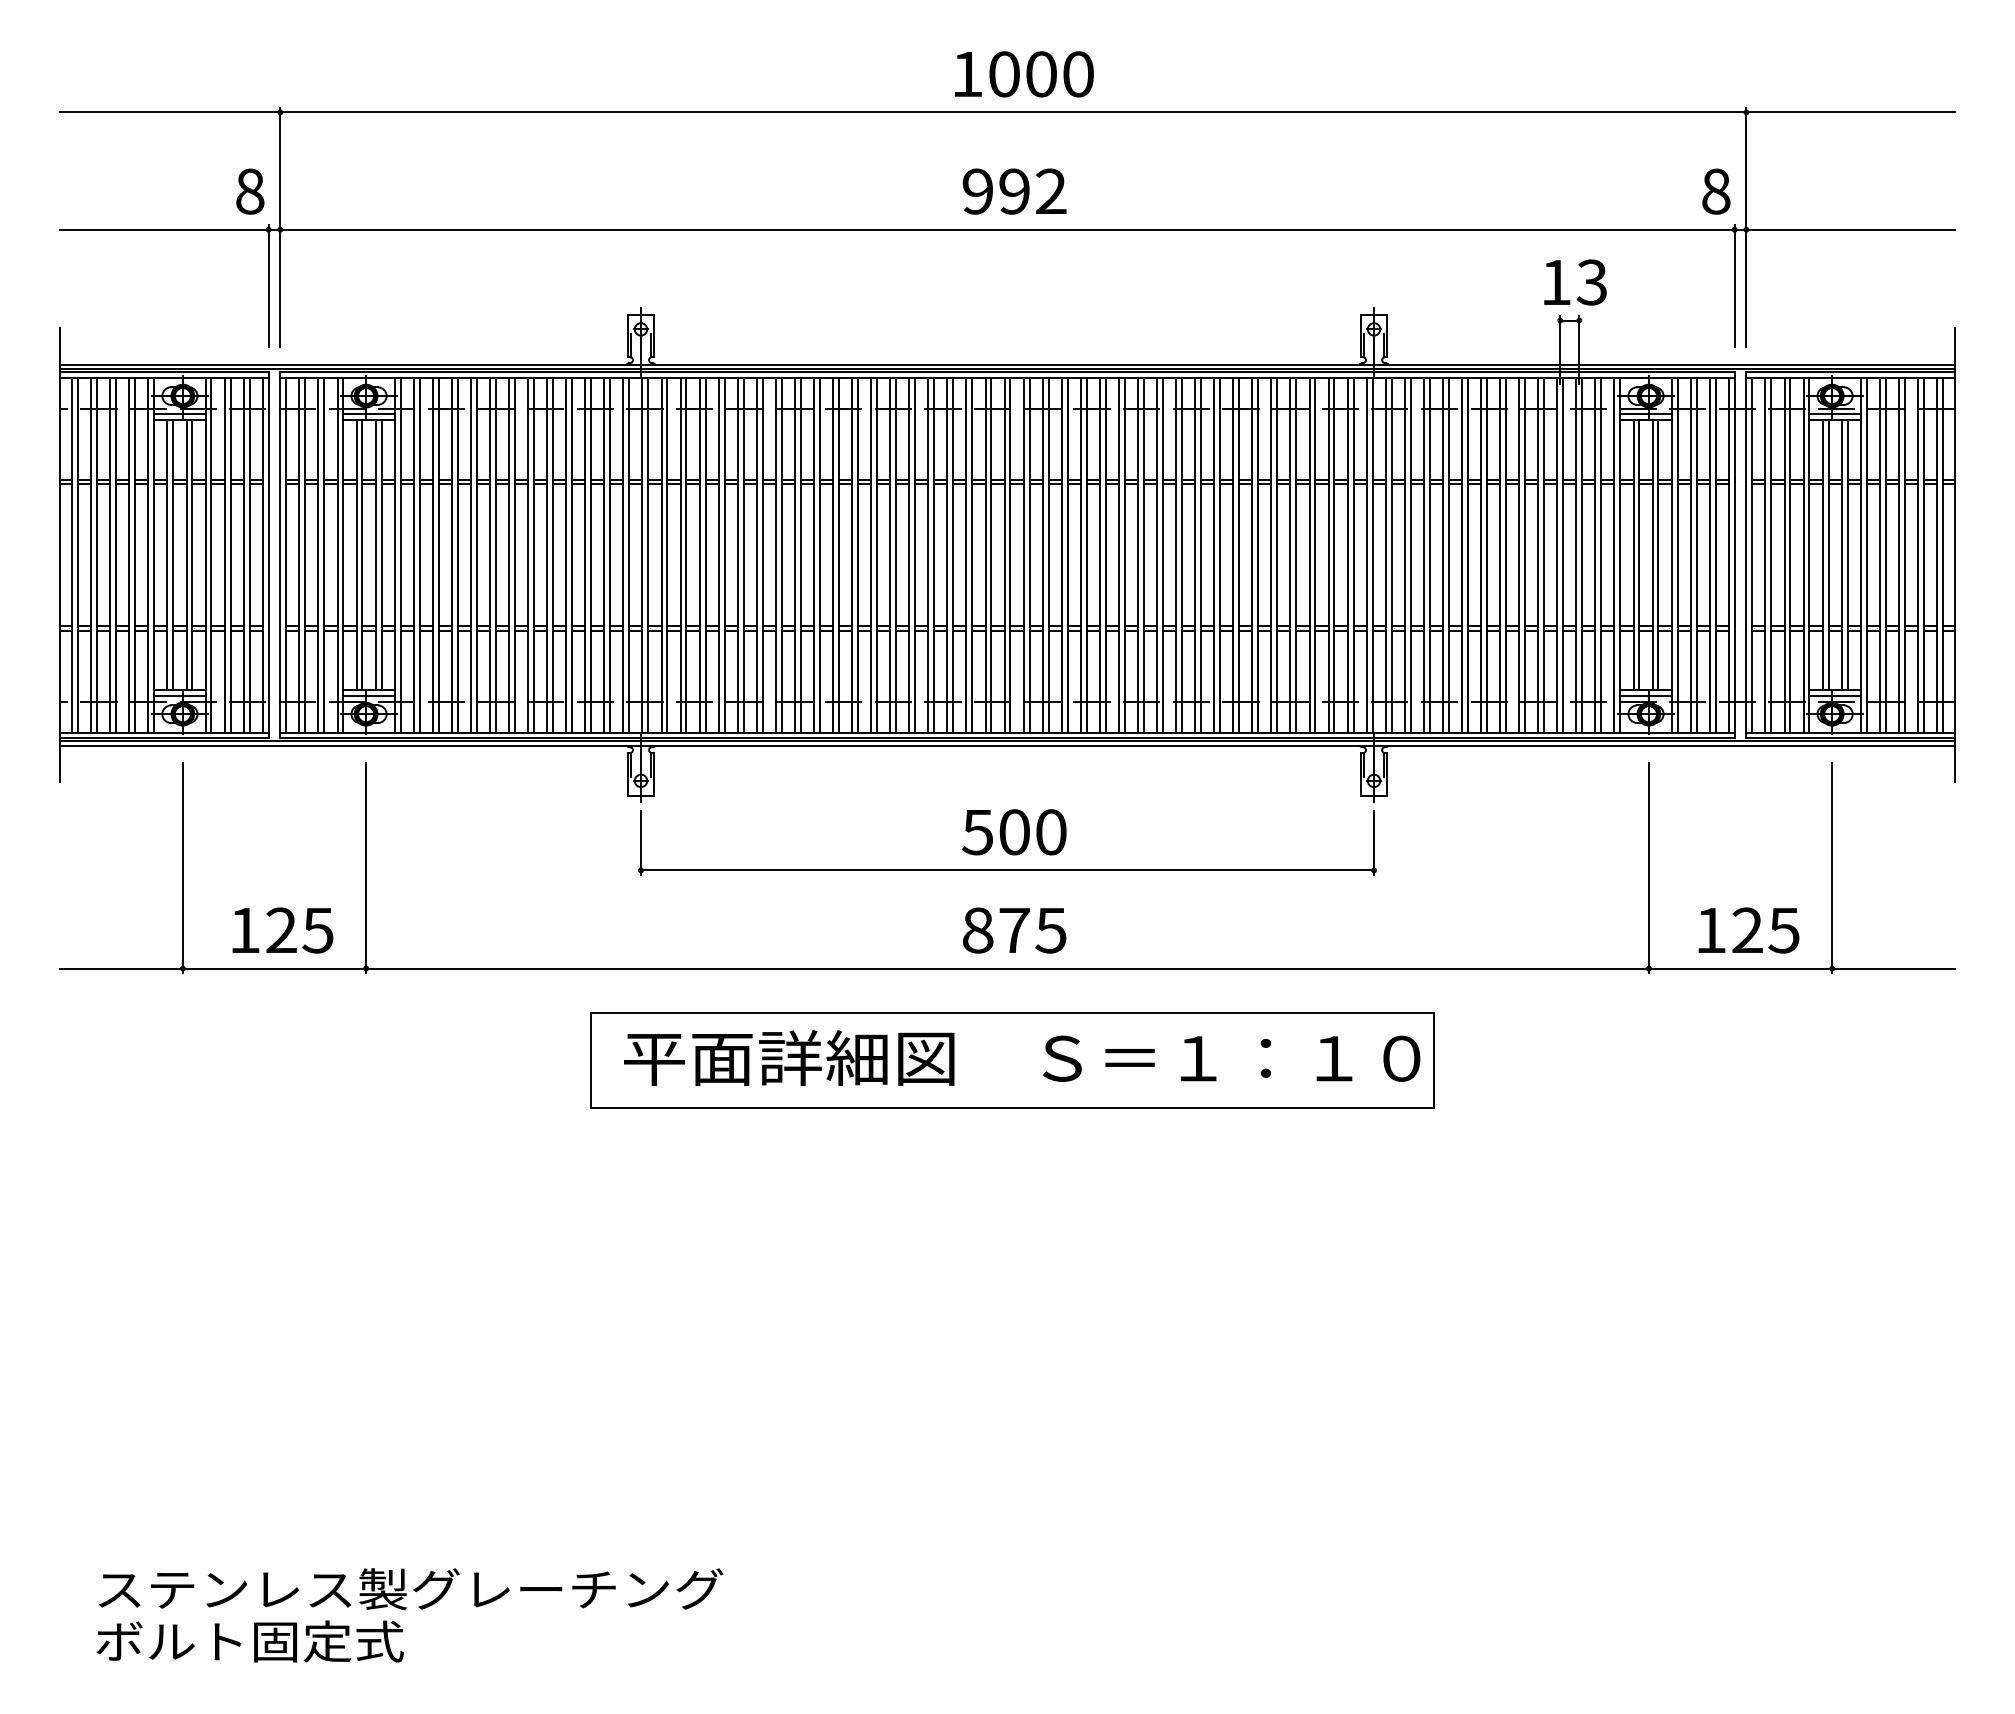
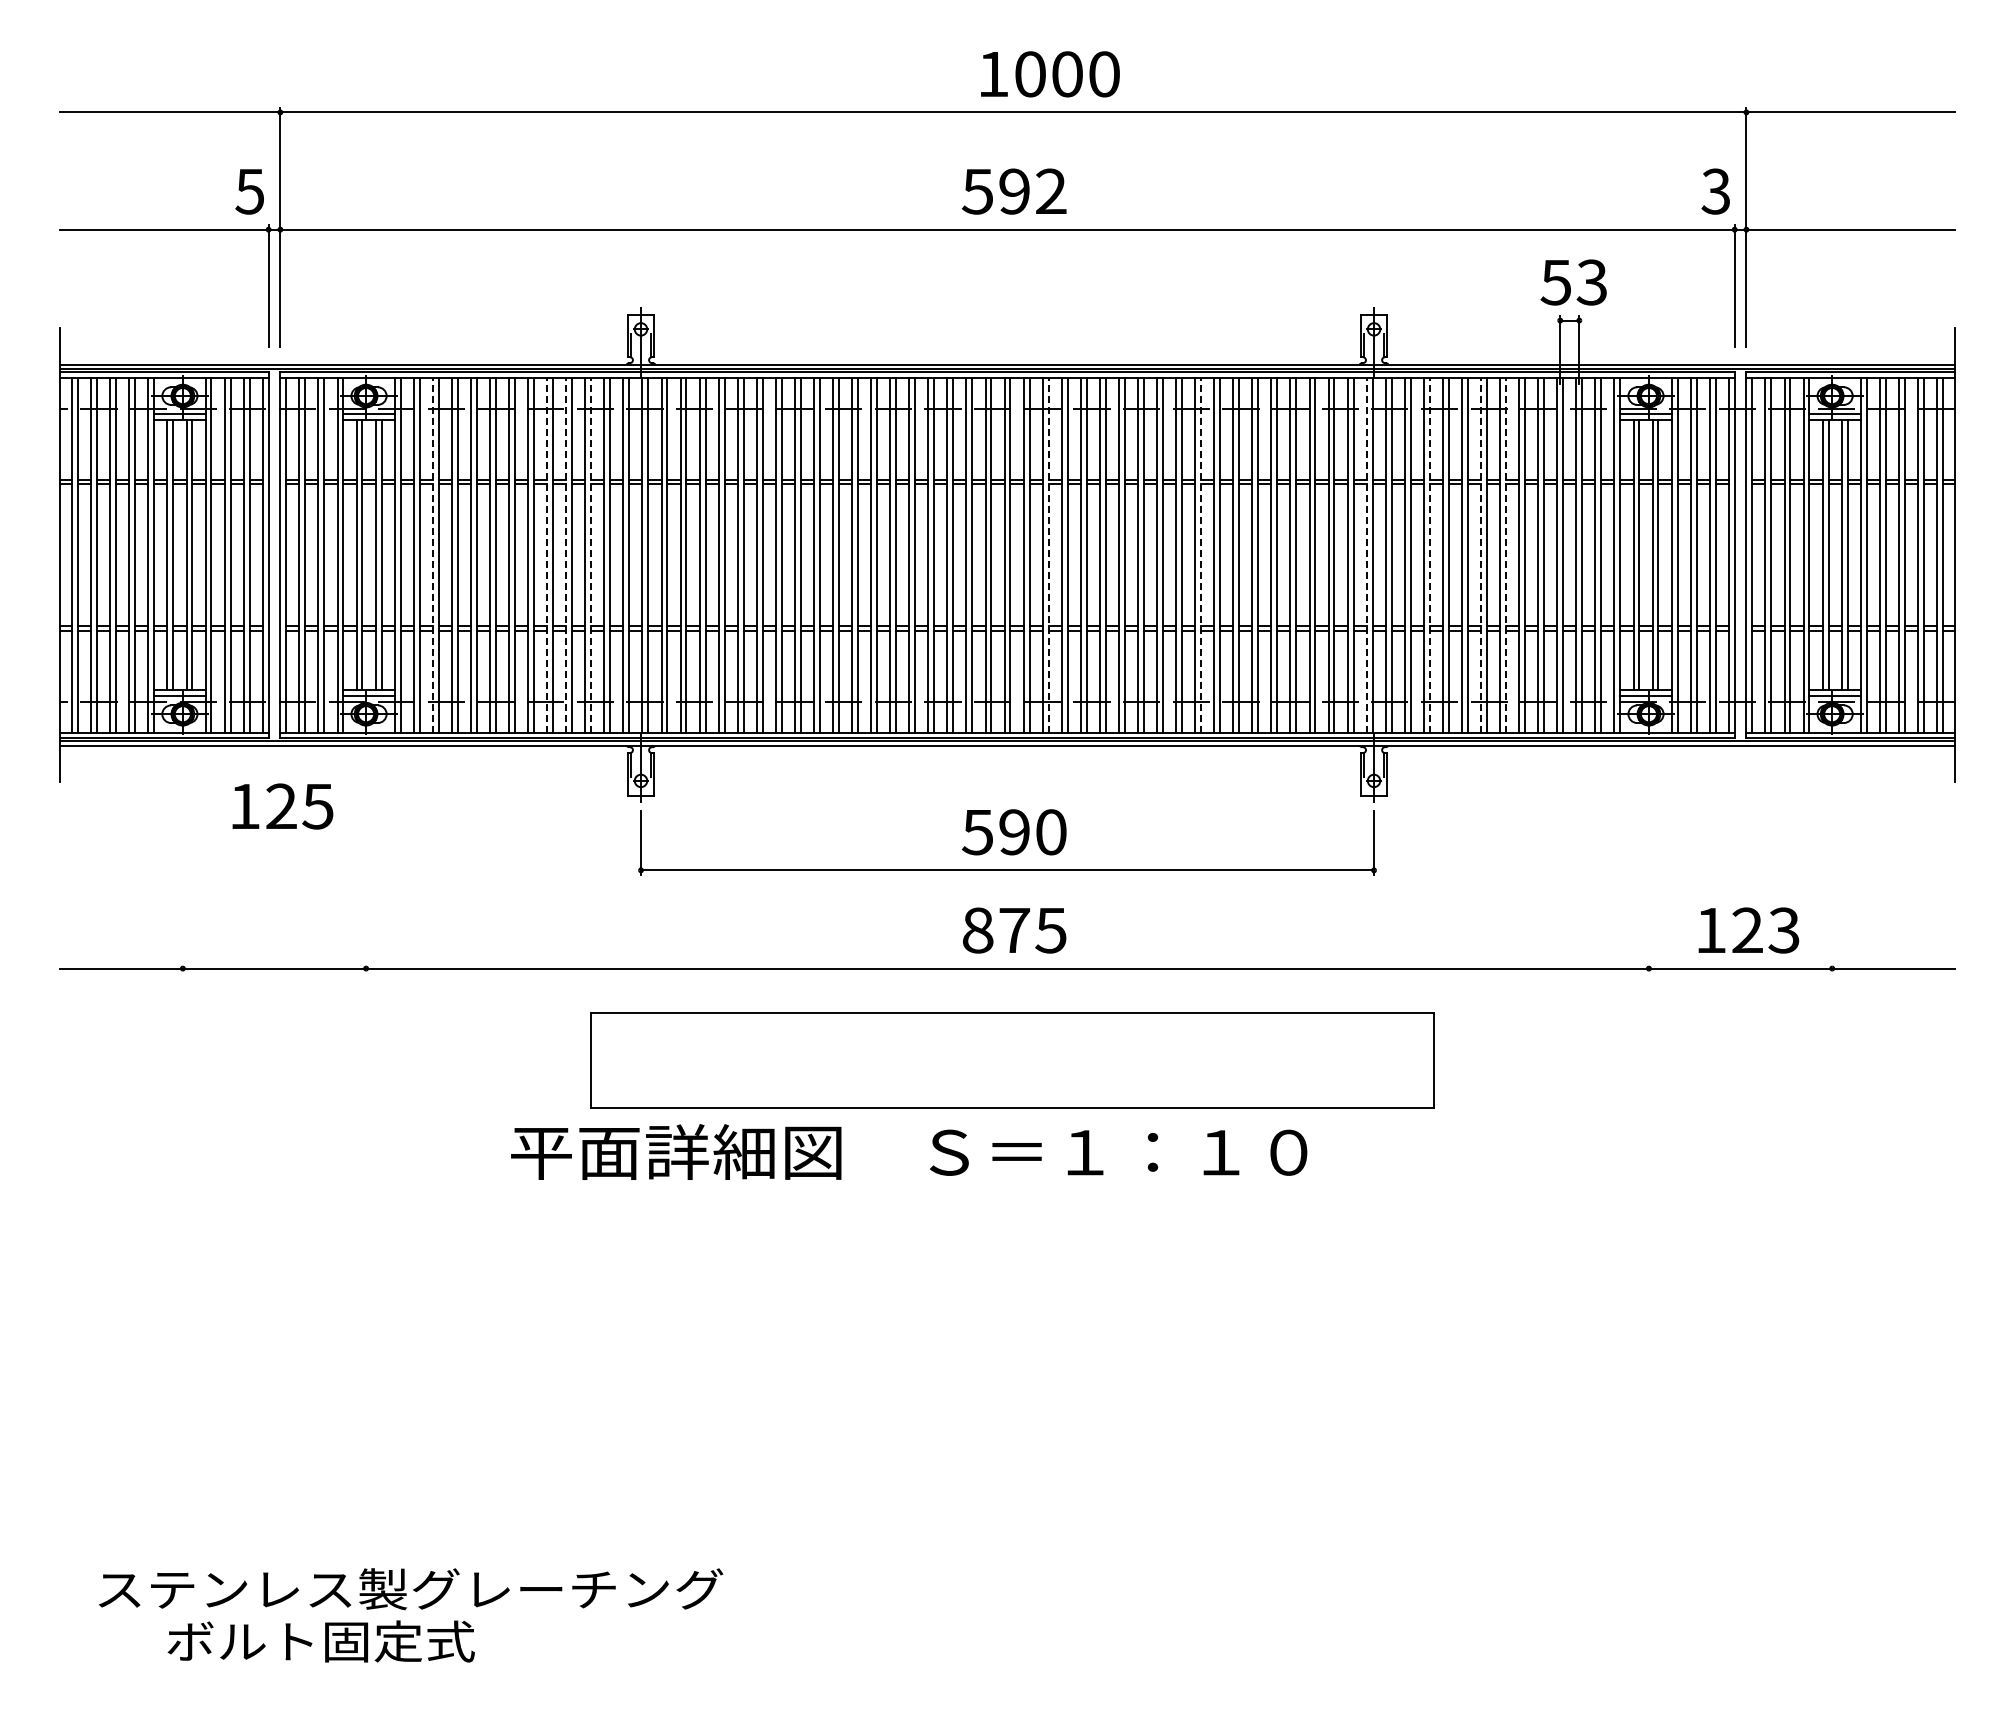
text at (1024, 74) position: (1024, 74) -> (1050, 74)
text at (249, 191): 8 -> 5
text at (977, 191): 992 -> 592
text at (1715, 191): 8 -> 3
text at (1555, 282): 13 -> 53
line at (432, 554): solid -> dashed
line at (547, 554): solid -> dashed
line at (566, 554): solid -> dashed
line at (591, 554): solid -> dashed
line at (1048, 554): solid -> dashed
line at (1201, 554): solid -> dashed
line at (1366, 554): solid -> dashed
line at (1429, 554): solid -> dashed
line at (1481, 554): solid -> dashed
line at (1505, 554): solid -> dashed
text at (1014, 832): 500 -> 590
line at (182, 867): present -> none
line at (366, 867): present -> none
line at (1648, 867): present -> none
line at (1832, 867): present -> none
text at (282, 930) position: (282, 930) -> (282, 806)
text at (1783, 930): 125 -> 123
text at (1022, 1057) position: (1022, 1057) -> (909, 1151)
text at (249, 1641) position: (249, 1641) -> (320, 1641)
